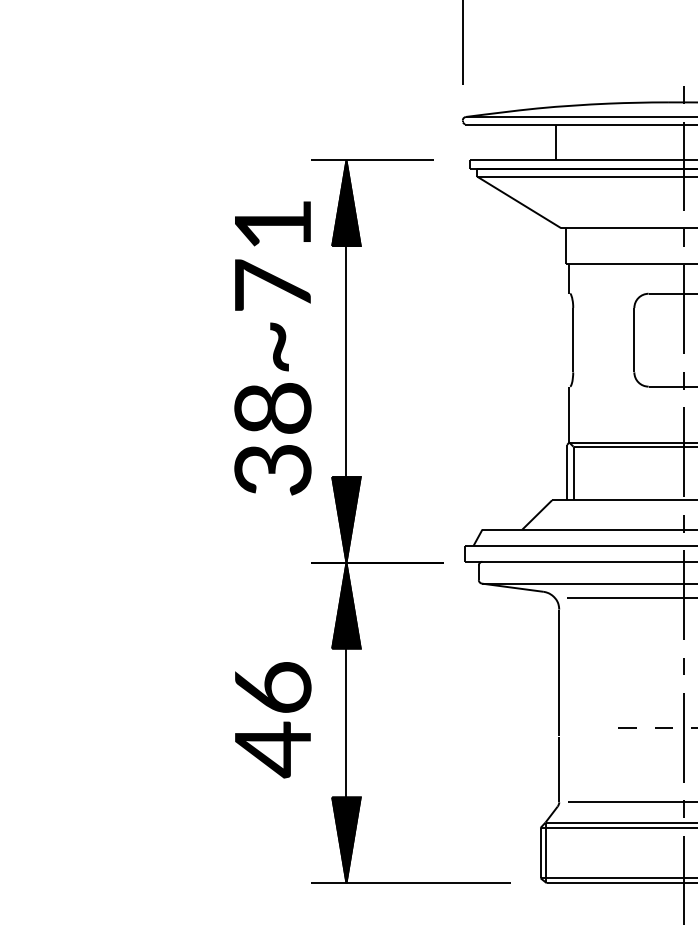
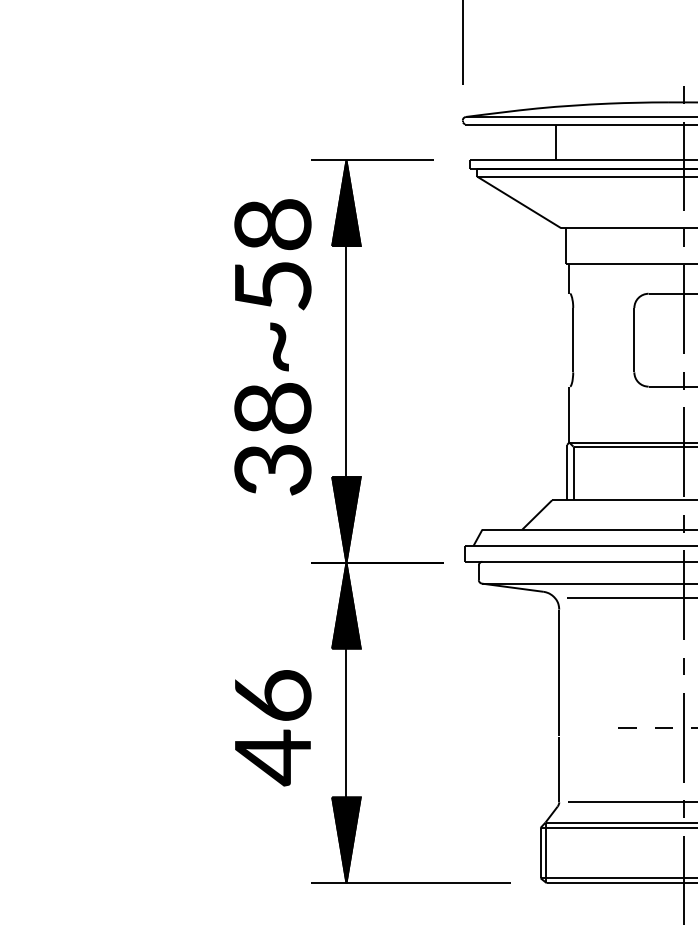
text at (272, 254): 38~71 -> 38~58
text at (273, 720) position: (273, 720) -> (273, 728)
